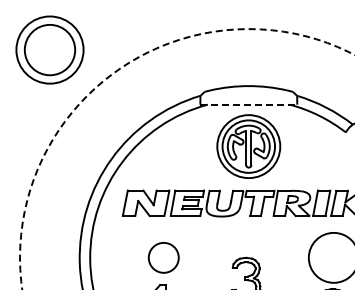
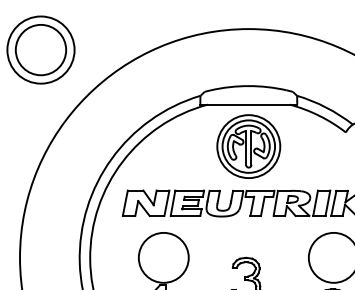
part at (49, 49) position: (49, 49) -> (40, 49)
line at (249, 104): dashed -> solid
circle at (187, 159): dashed -> solid
circle at (163, 257) diameter: 30 px -> 50 px
